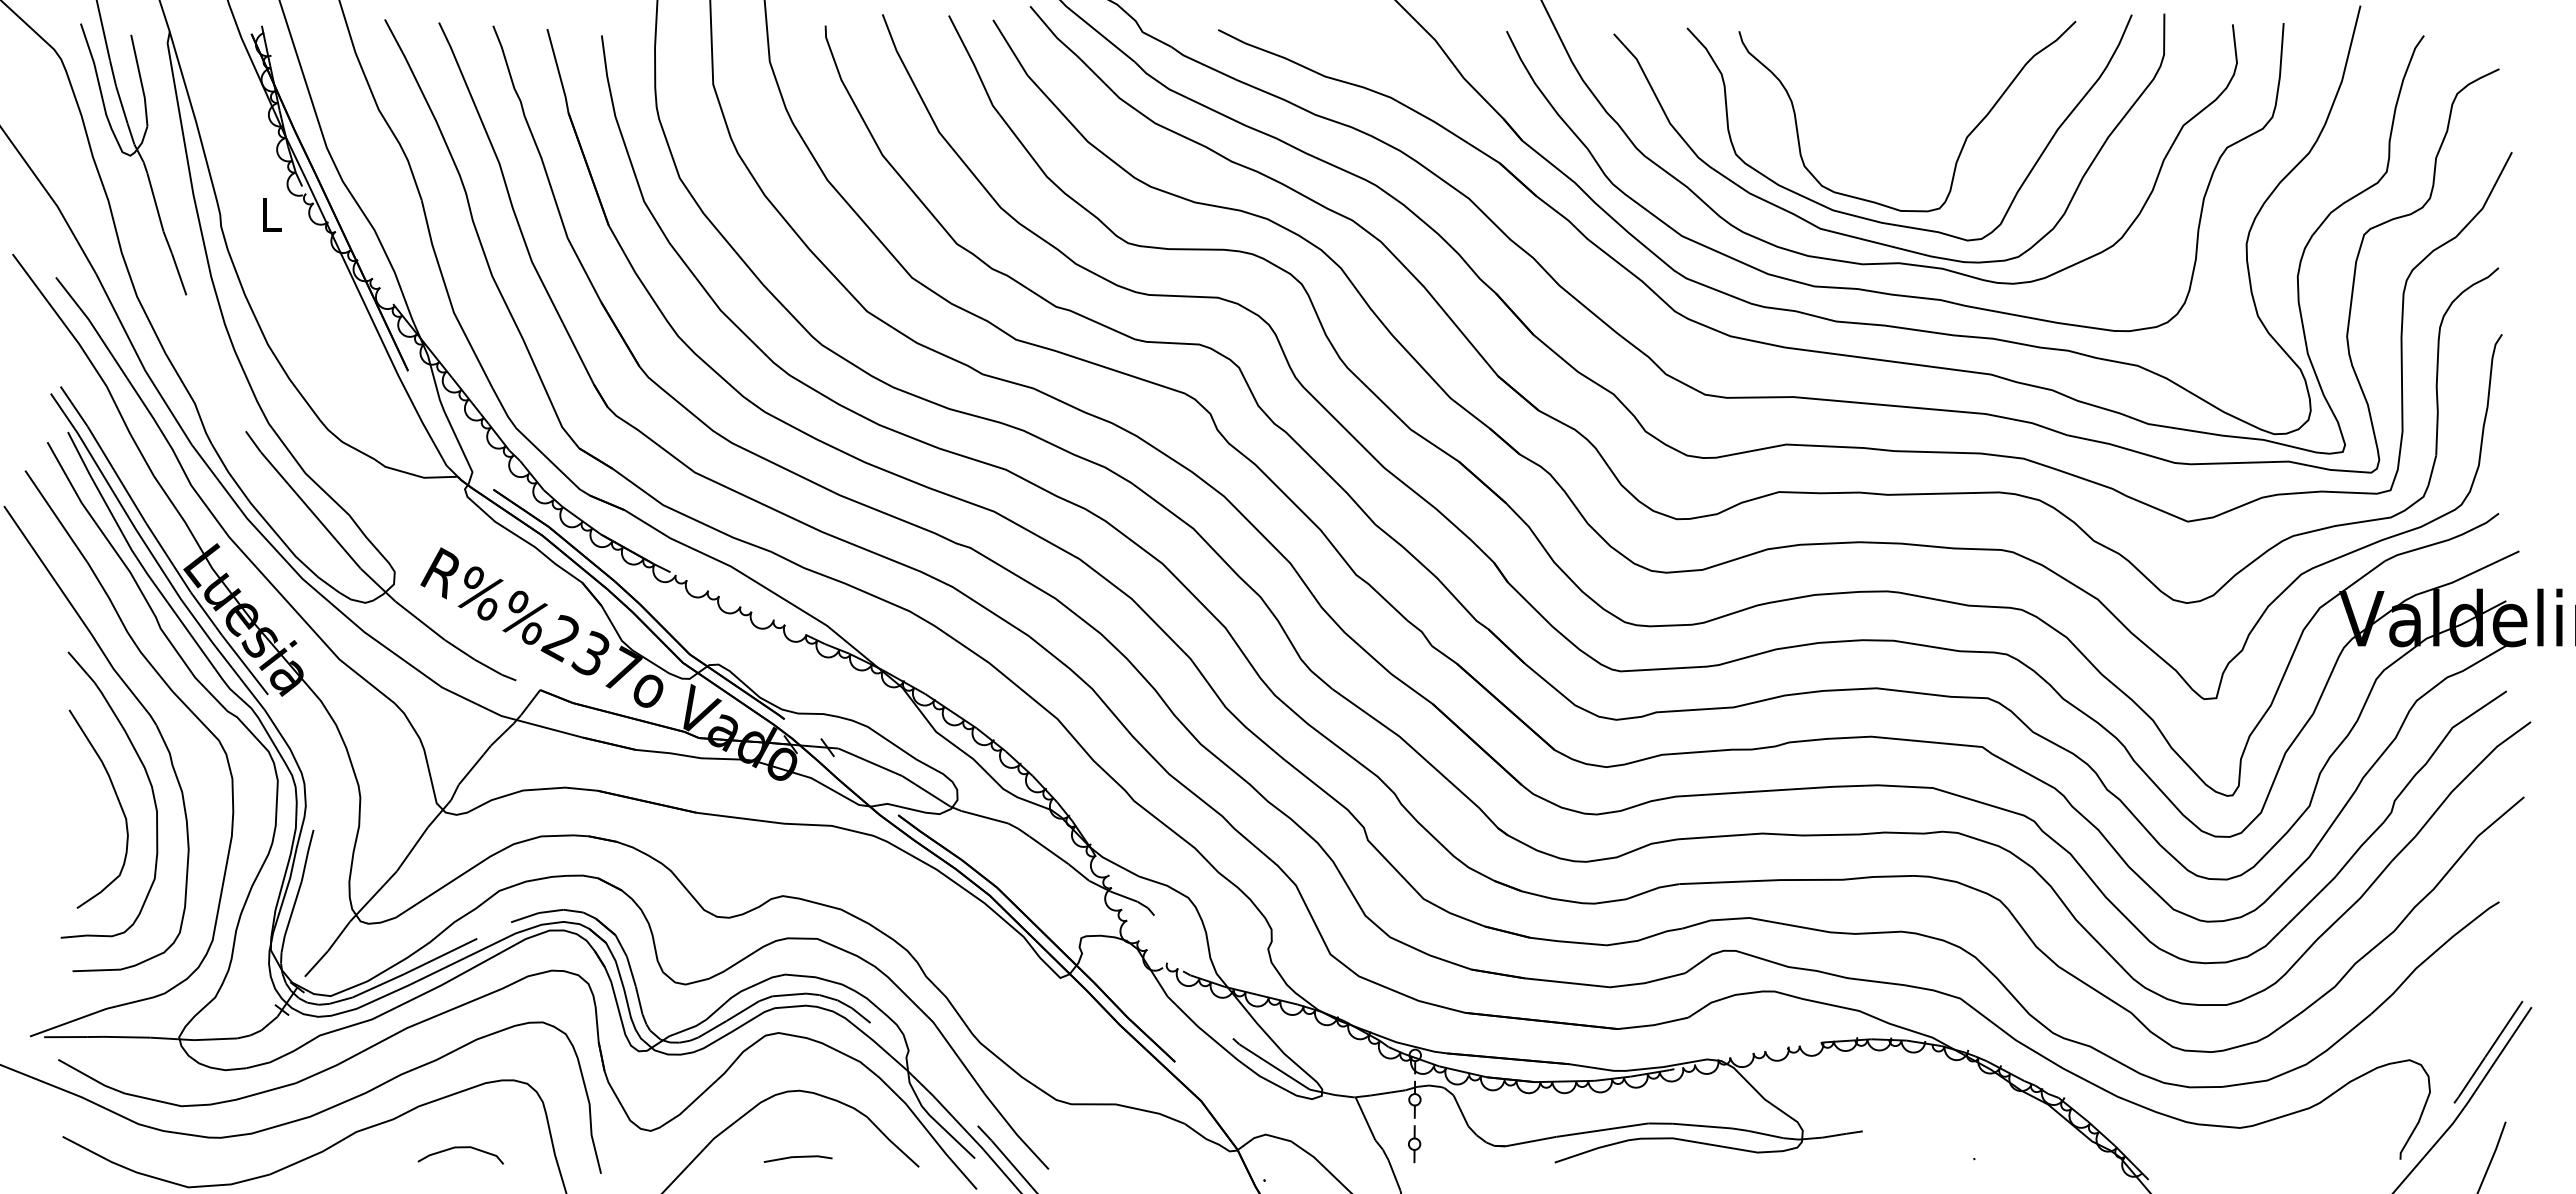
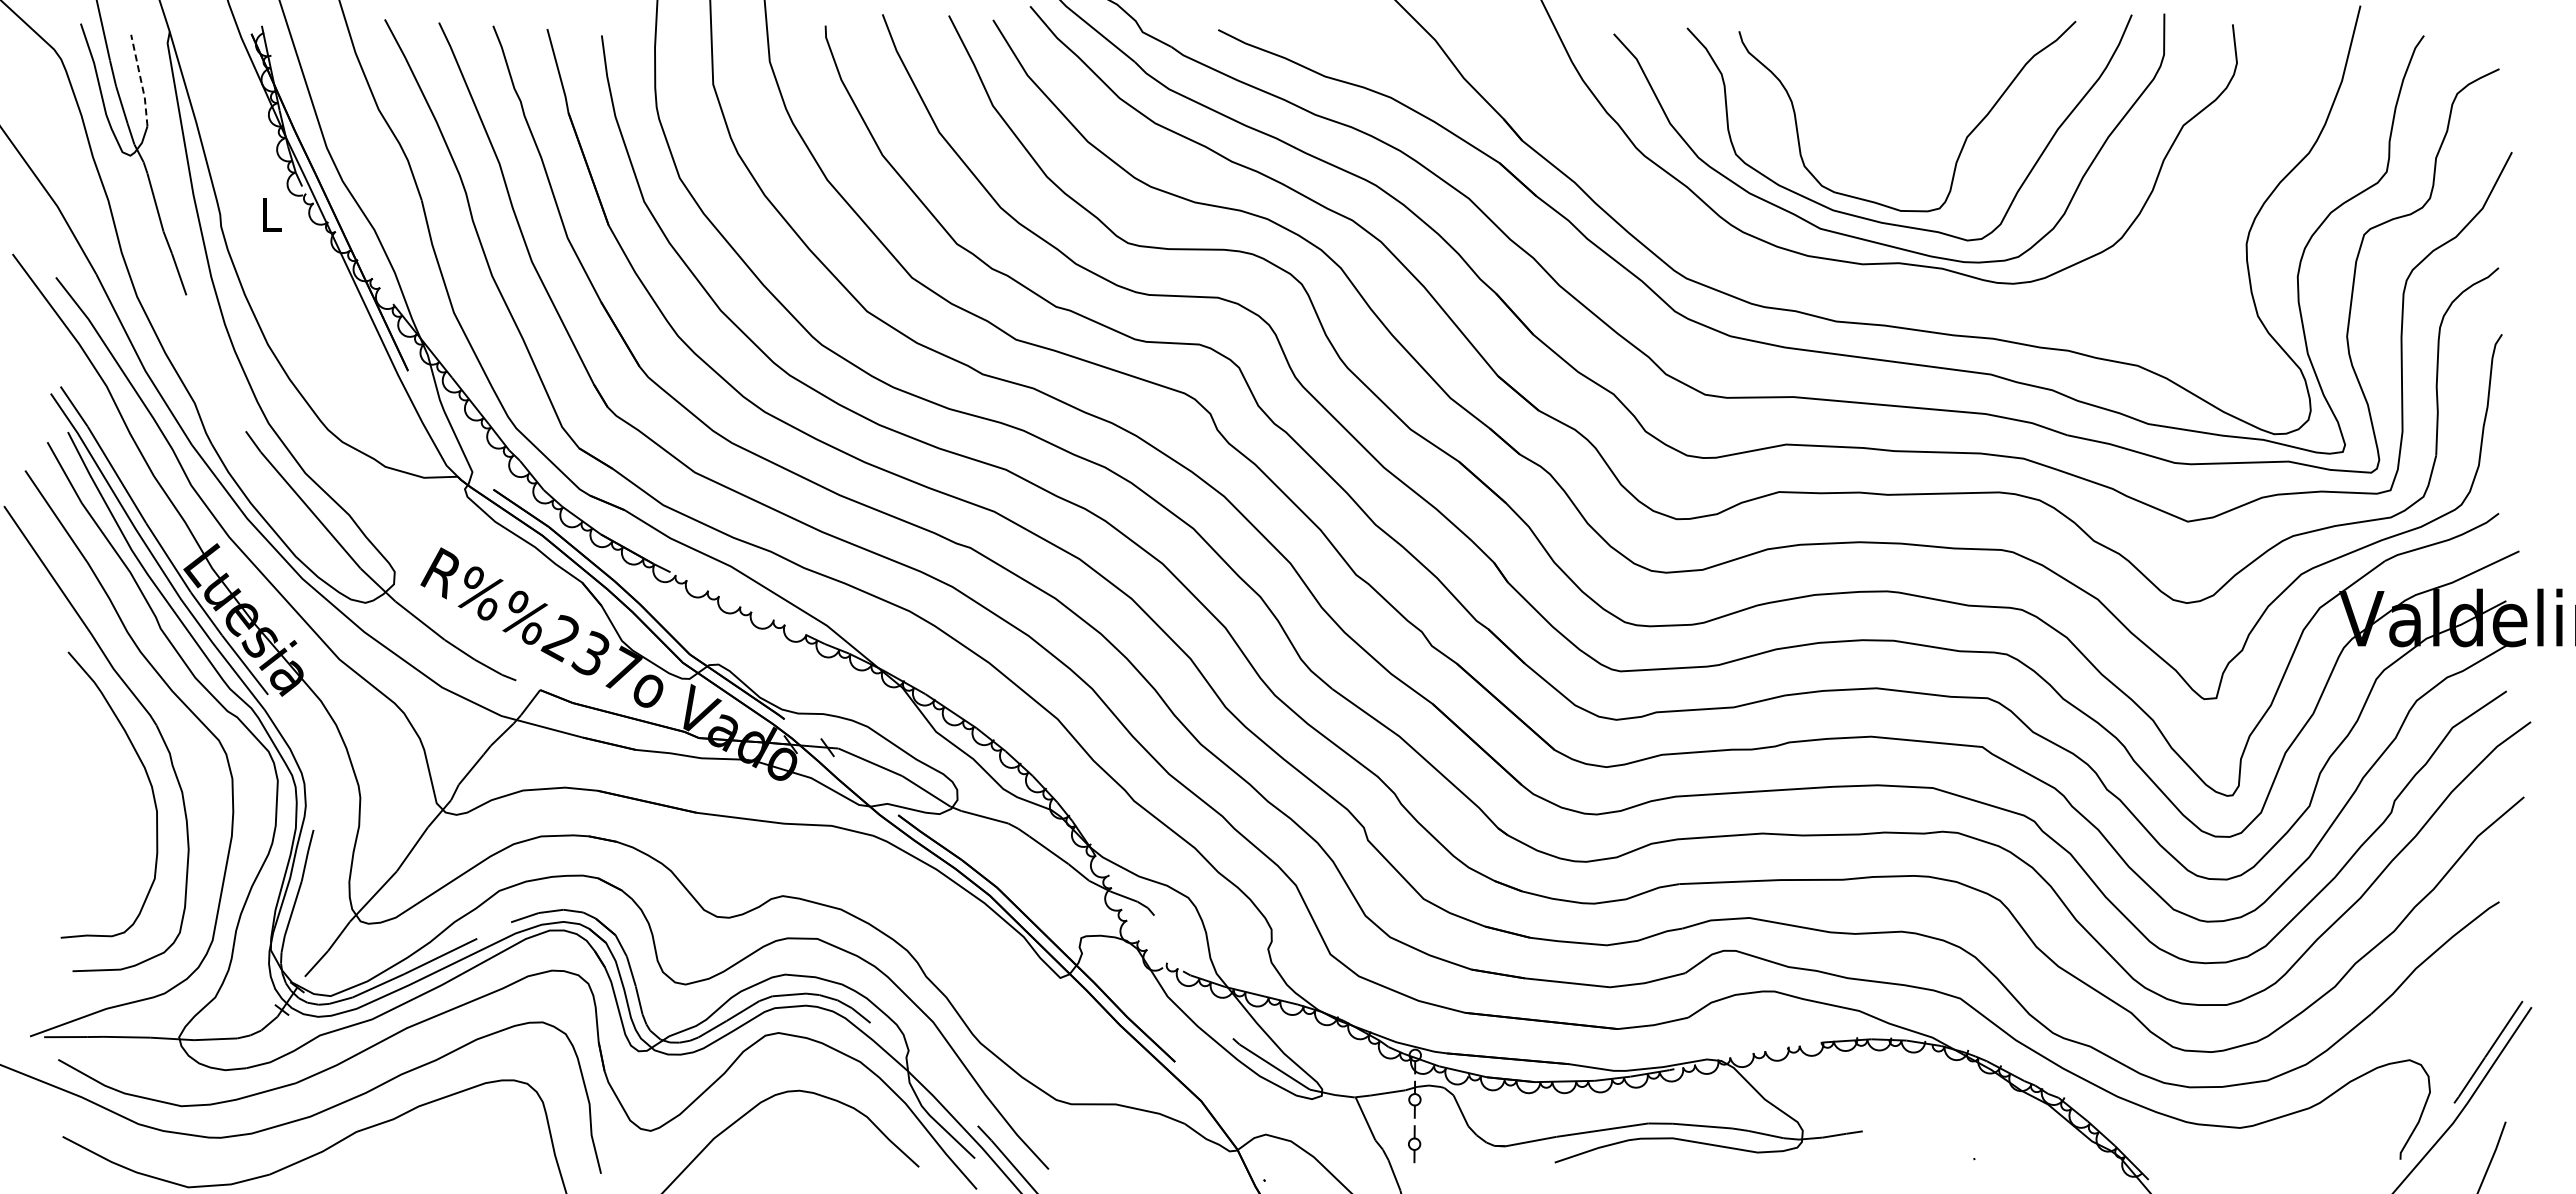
line at (141, 80): solid -> dashed
curve at (1874, 290): present -> none
curve at (117, 800): present -> none
curve at (460, 1148): present -> none
line at (797, 1157): present -> none
